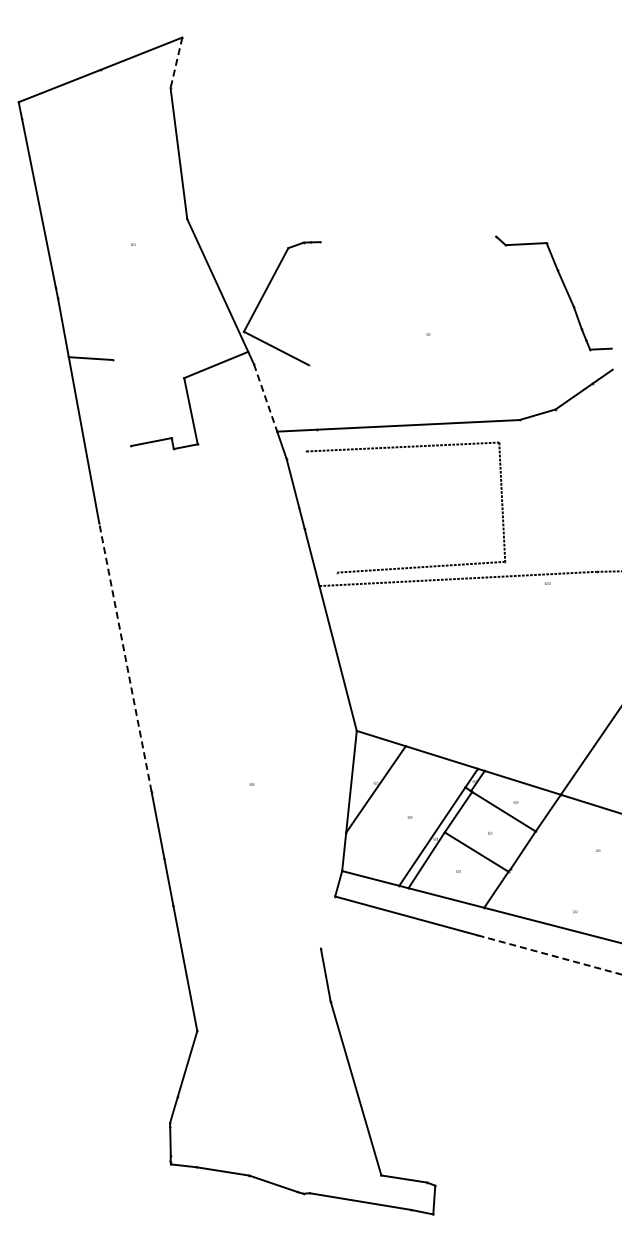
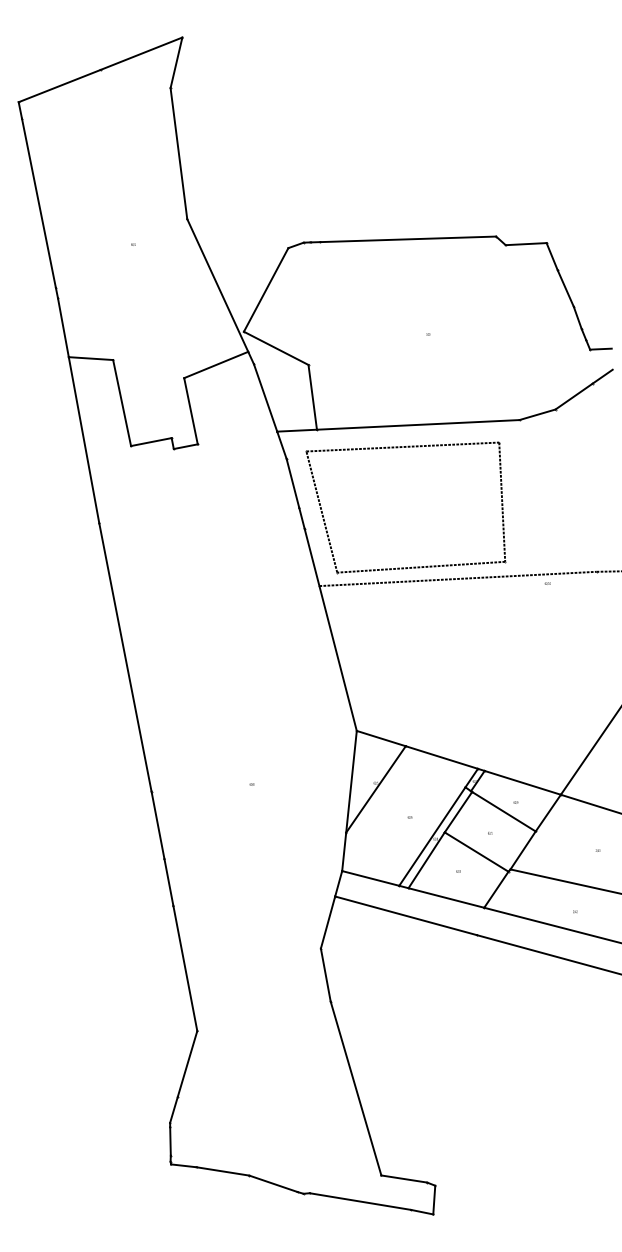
line at (176, 62): dashed -> solid
line at (408, 239): none -> present
line at (312, 396): none -> present
line at (265, 397): dashed -> solid
line at (122, 403): none -> present
line at (321, 511): none -> present
line at (125, 657): dashed -> solid
line at (564, 881): none -> present
line at (327, 922): none -> present
line at (549, 954): dashed -> solid
